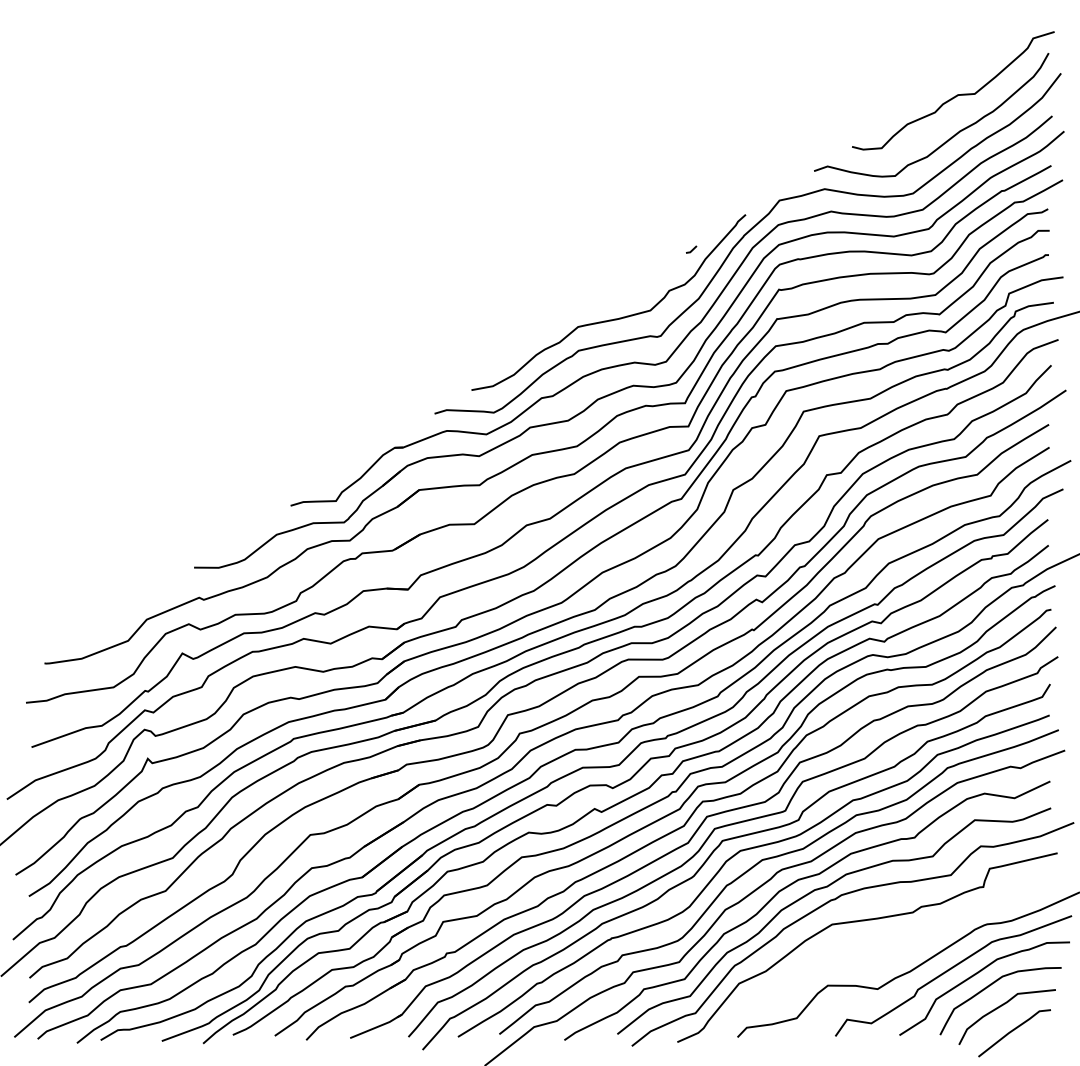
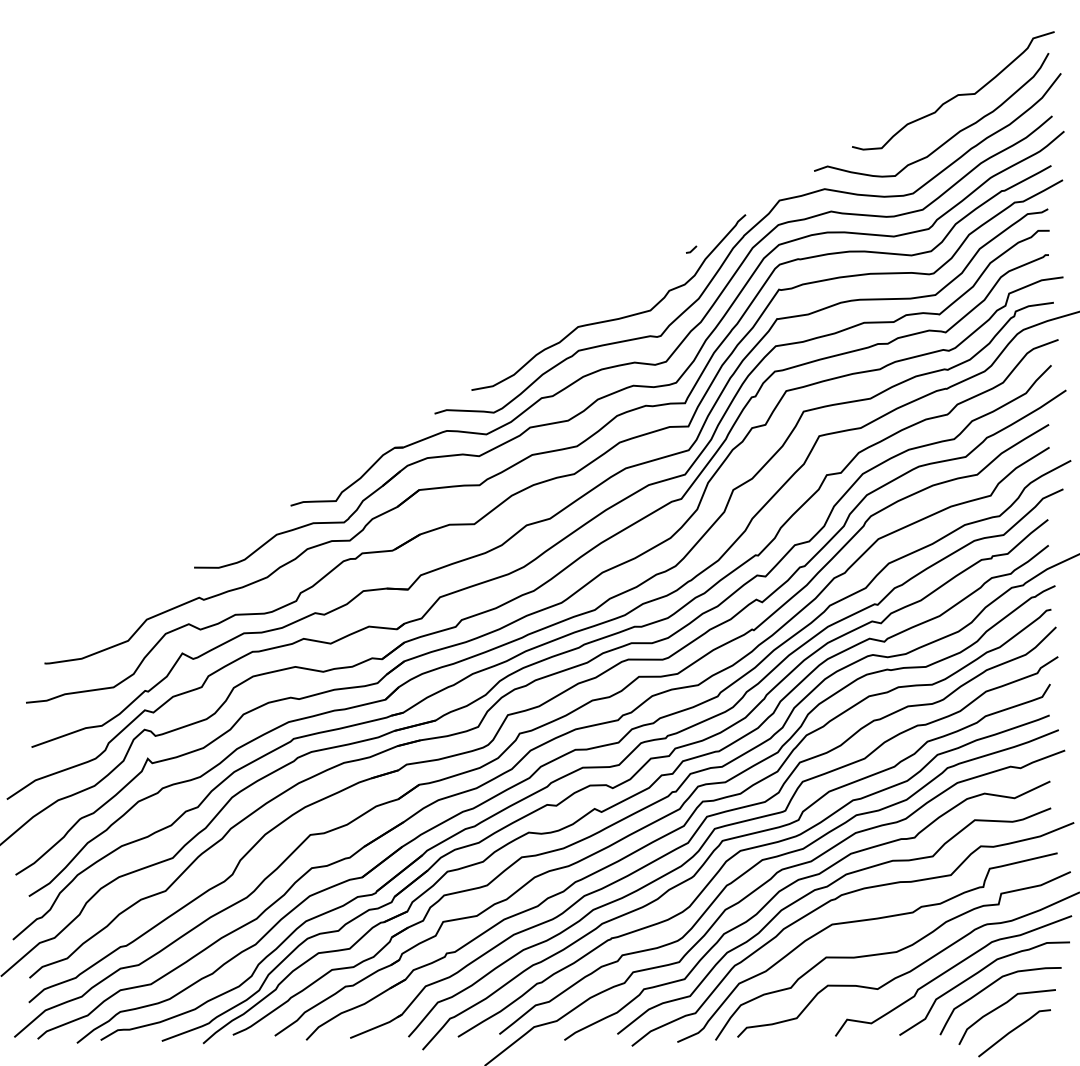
curve at (892, 953): none -> present
